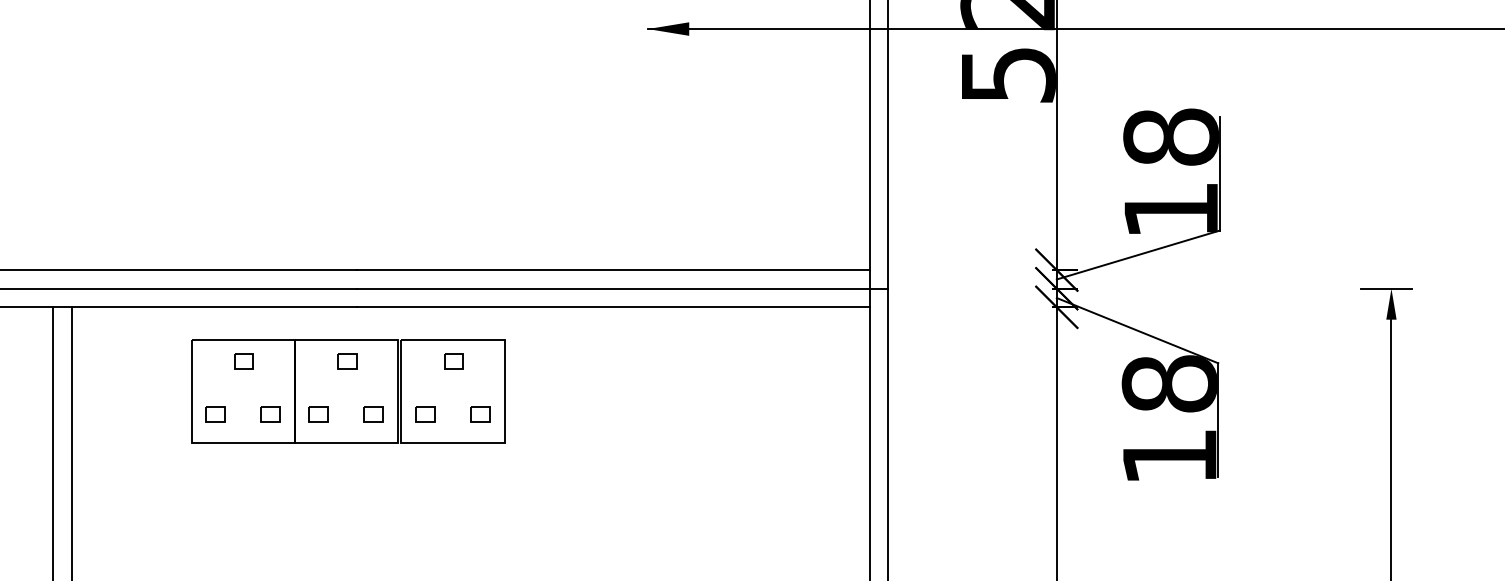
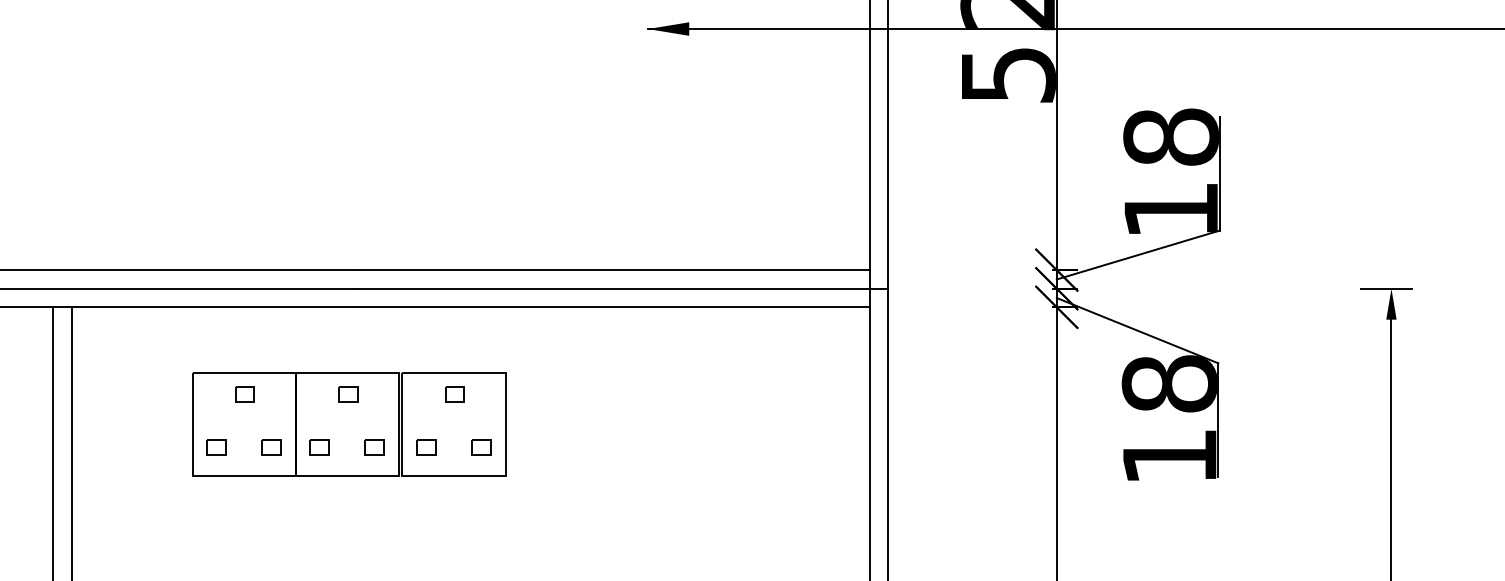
part at (348, 391) position: (348, 391) -> (349, 424)
